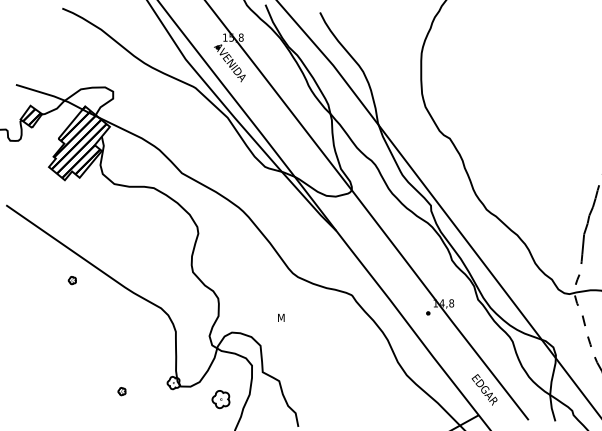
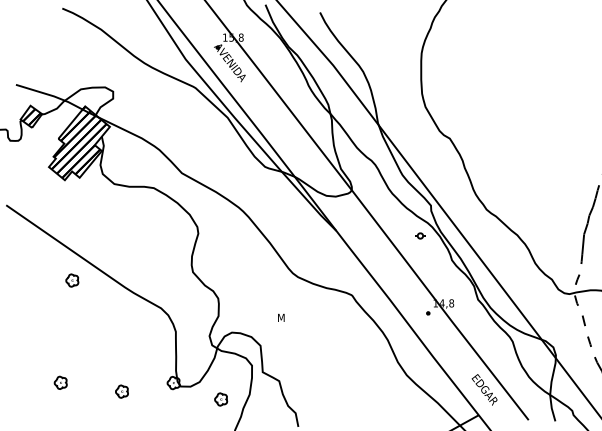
part at (420, 235): none -> present
part at (71, 280) size: 10x10 px -> 15x15 px
part at (60, 382): none -> present
part at (121, 391) size: 10x10 px -> 14x15 px
part at (220, 399) size: 20x20 px -> 15x15 px
